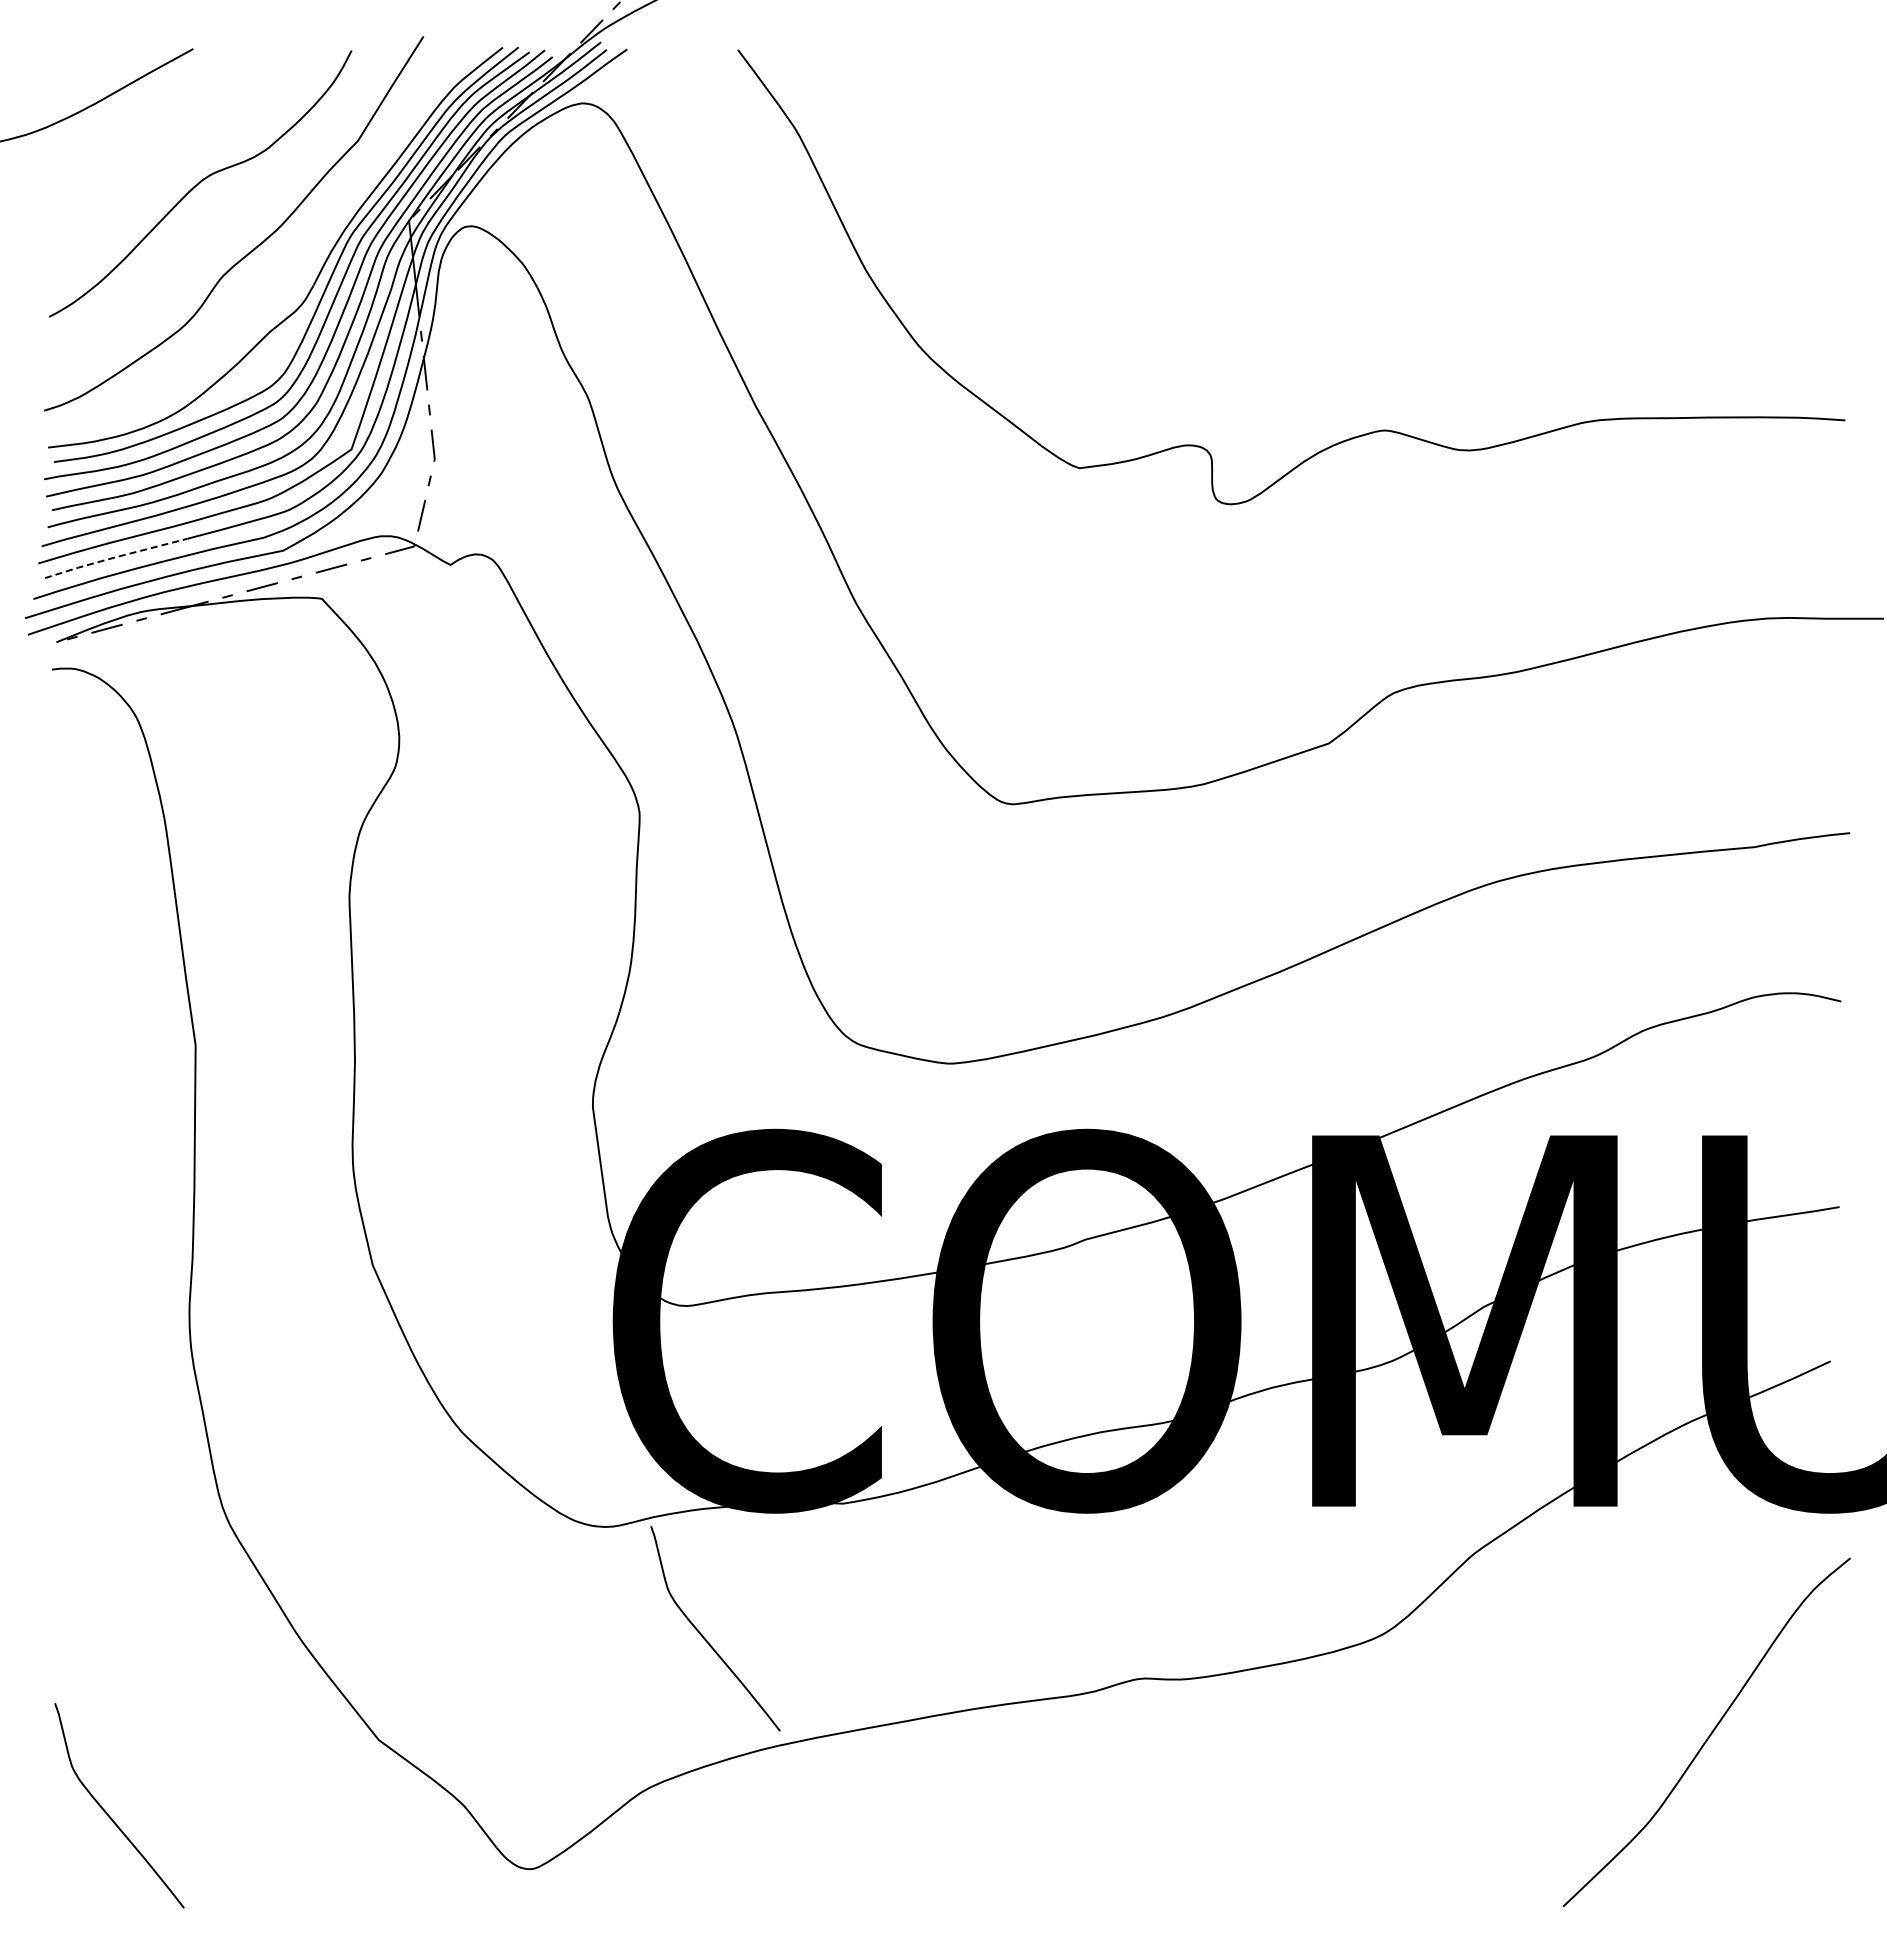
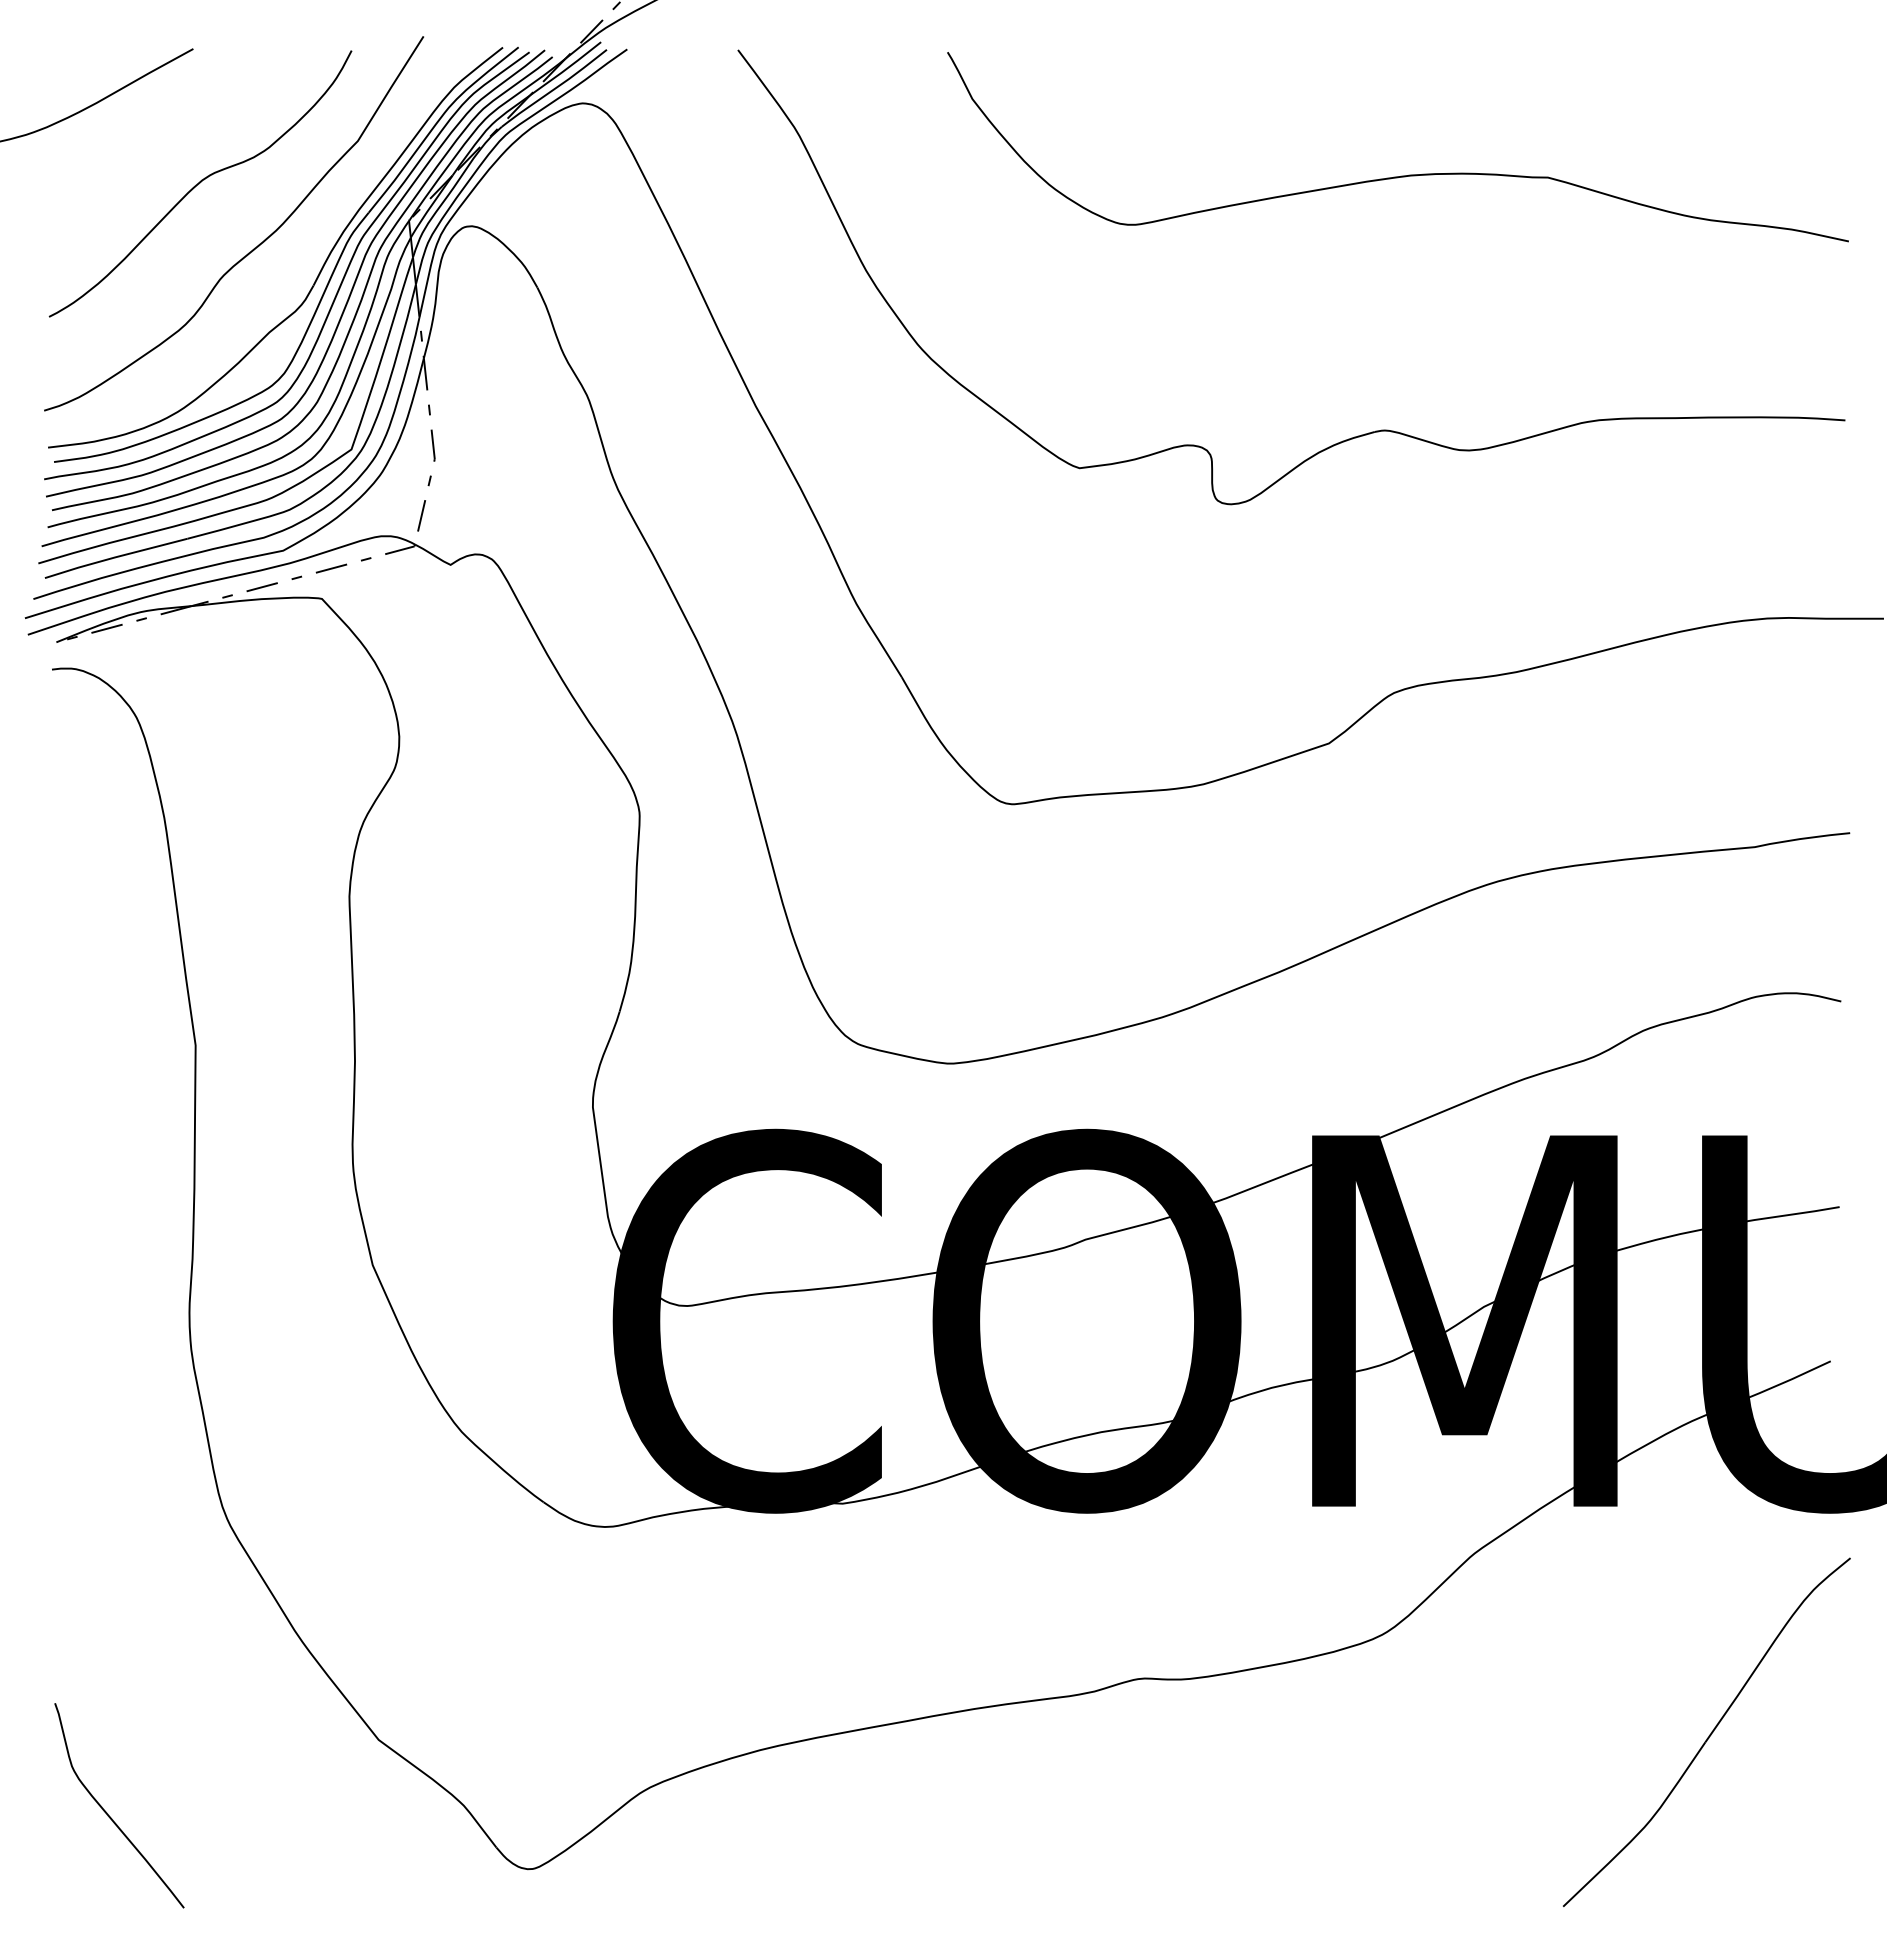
curve at (1401, 175): none -> present
line at (114, 557): dashed -> solid
curve at (703, 1635): present -> none
